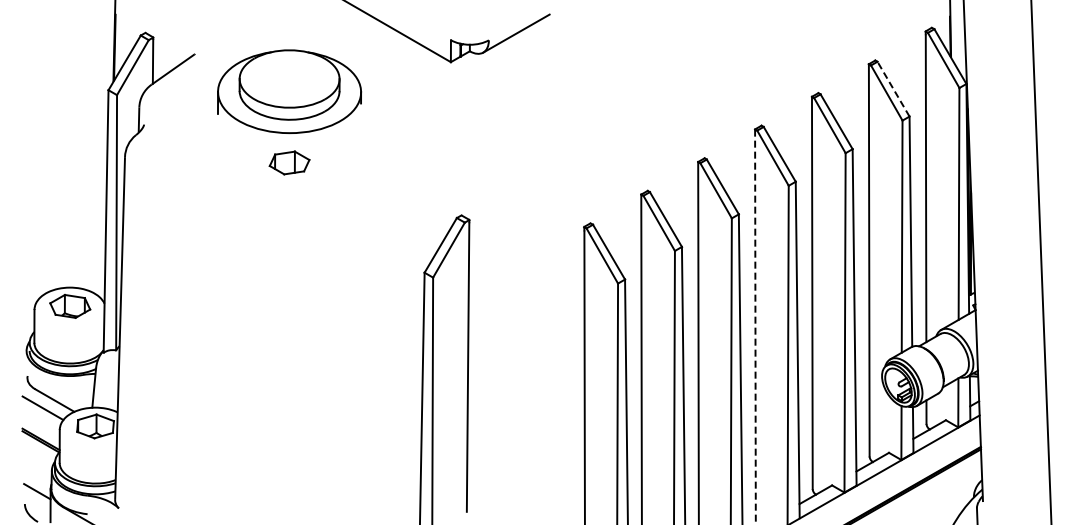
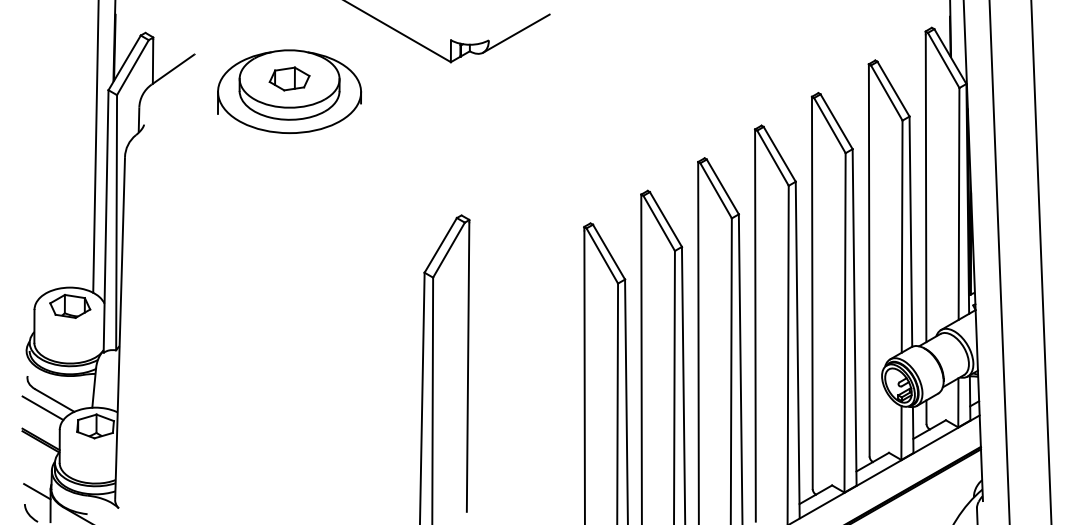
line at (893, 89): dashed -> solid
line at (95, 147): none -> present
part at (289, 162) position: (289, 162) -> (289, 78)
line at (999, 261): none -> present
line at (755, 325): dashed -> solid
